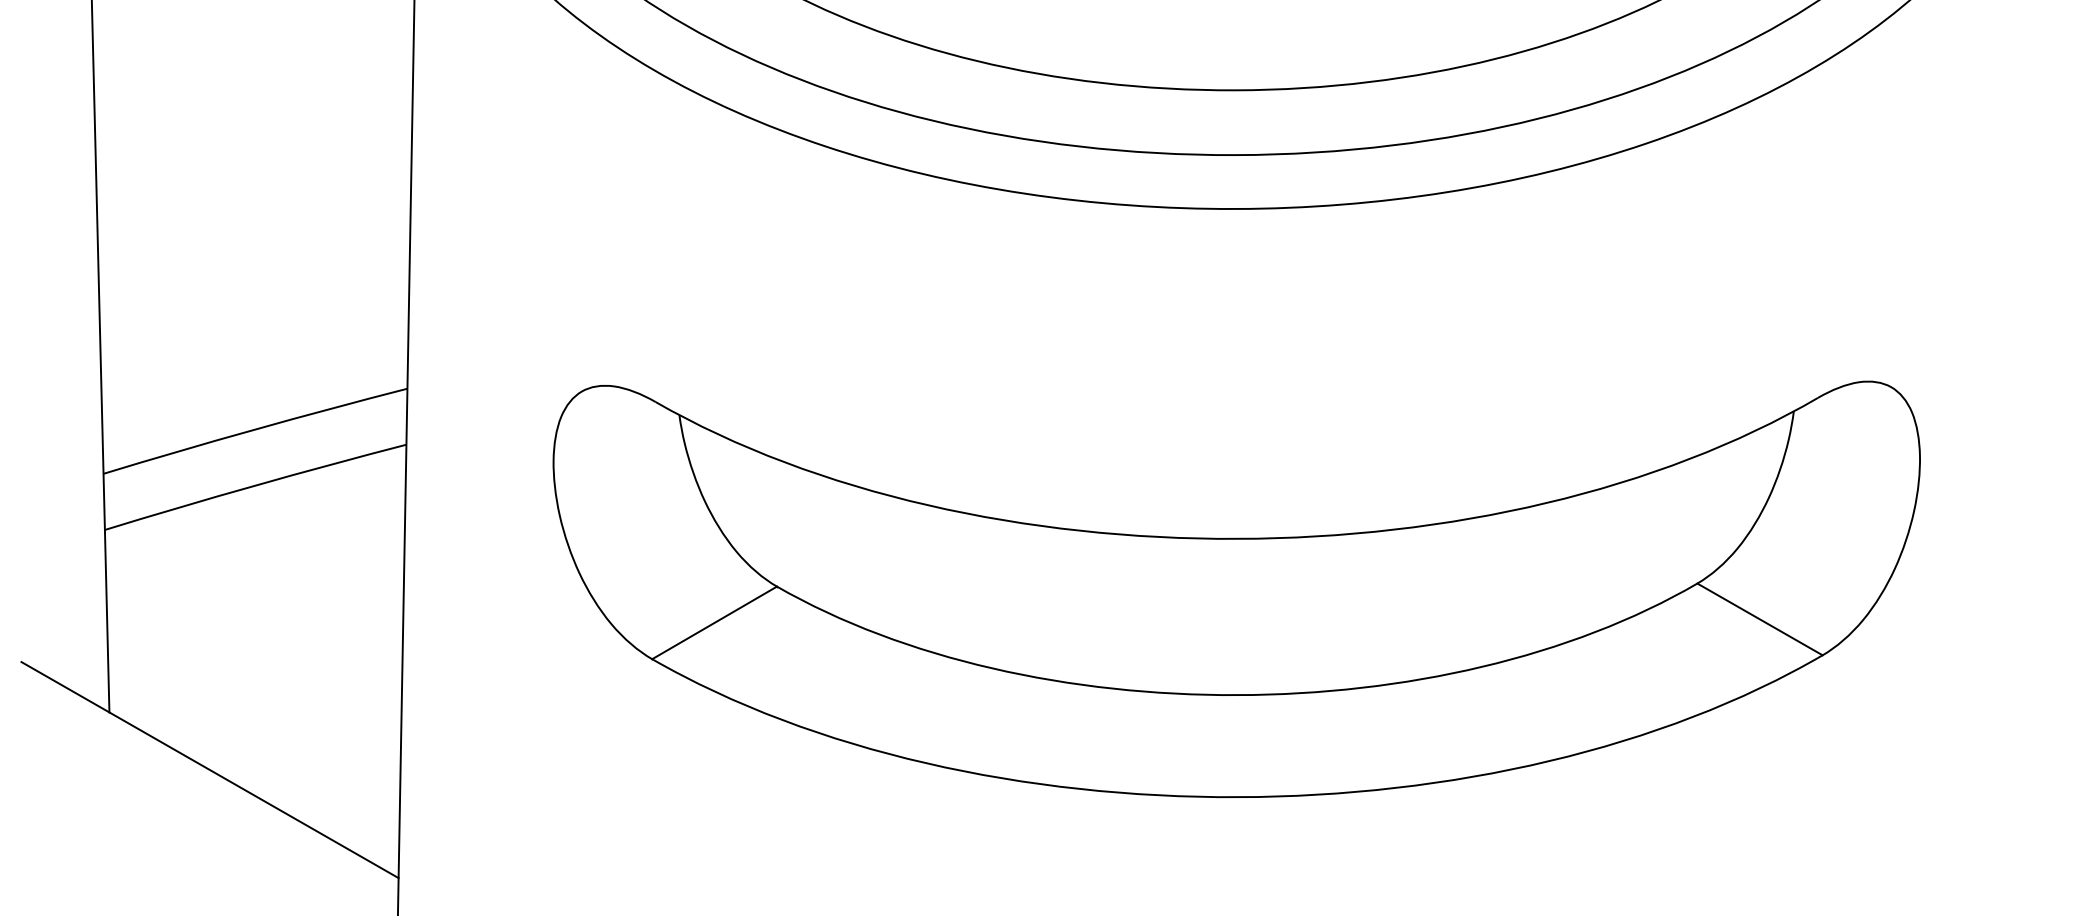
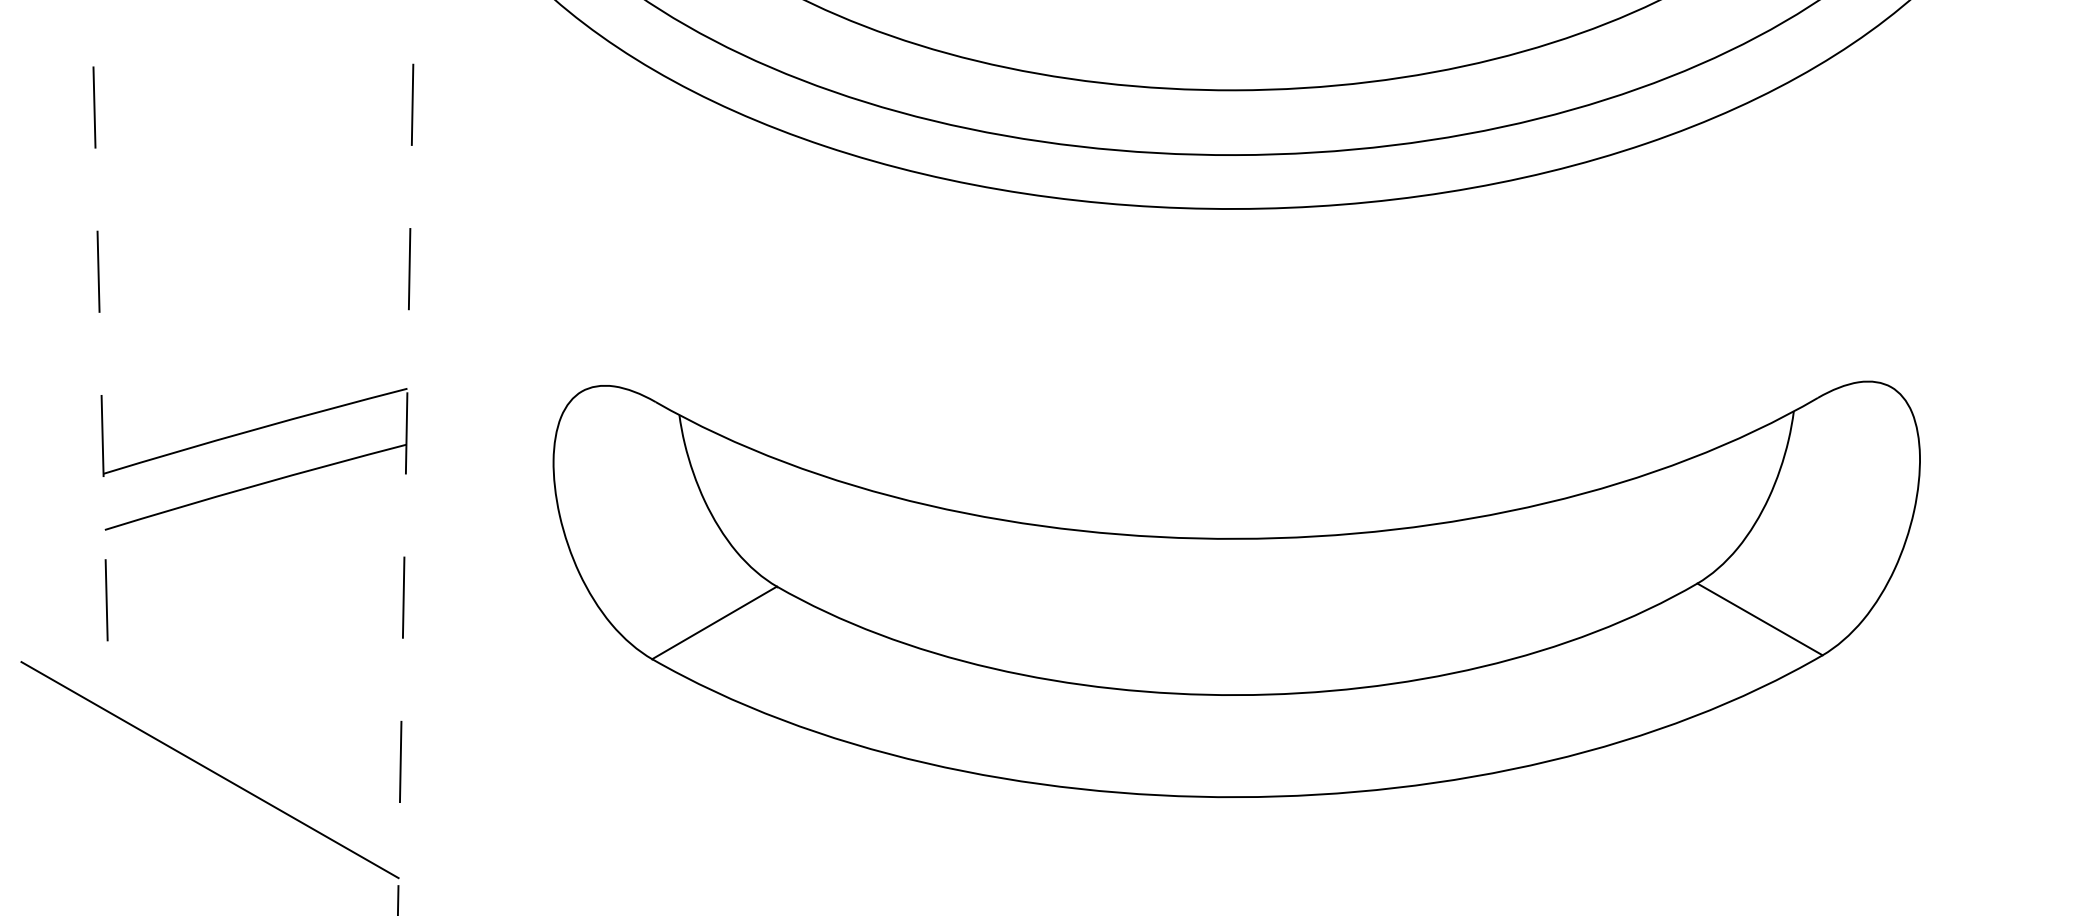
line at (100, 356): solid -> dashed
line at (406, 457): solid -> dashed
